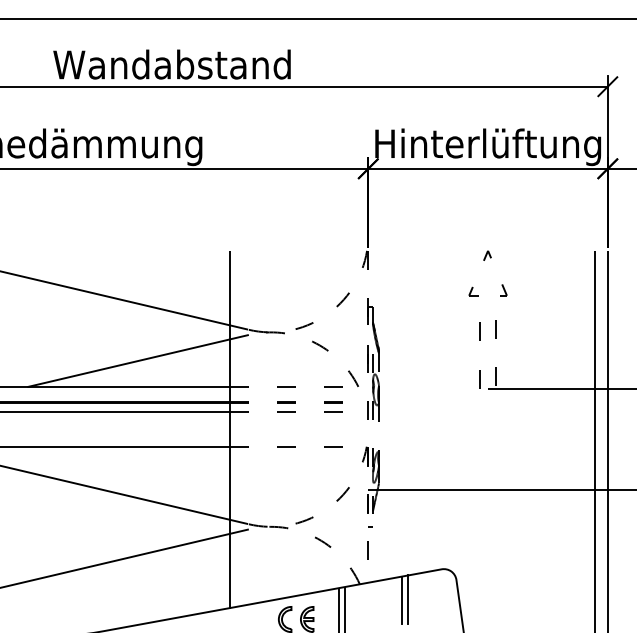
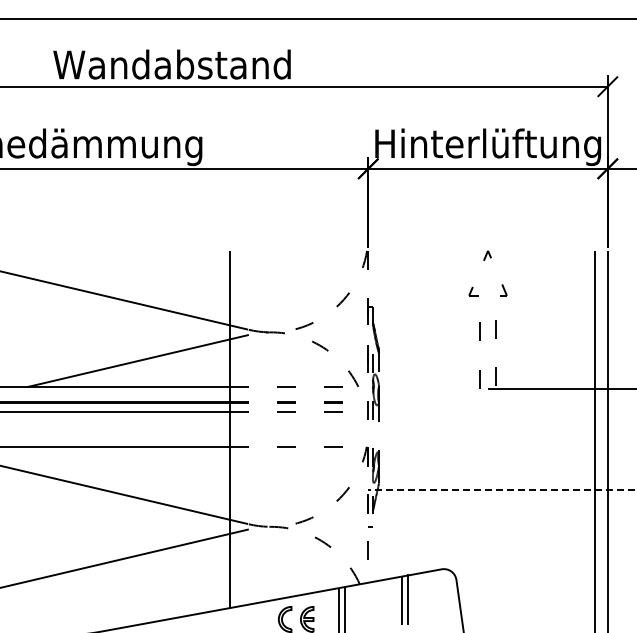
line at (502, 489): solid -> dashed
